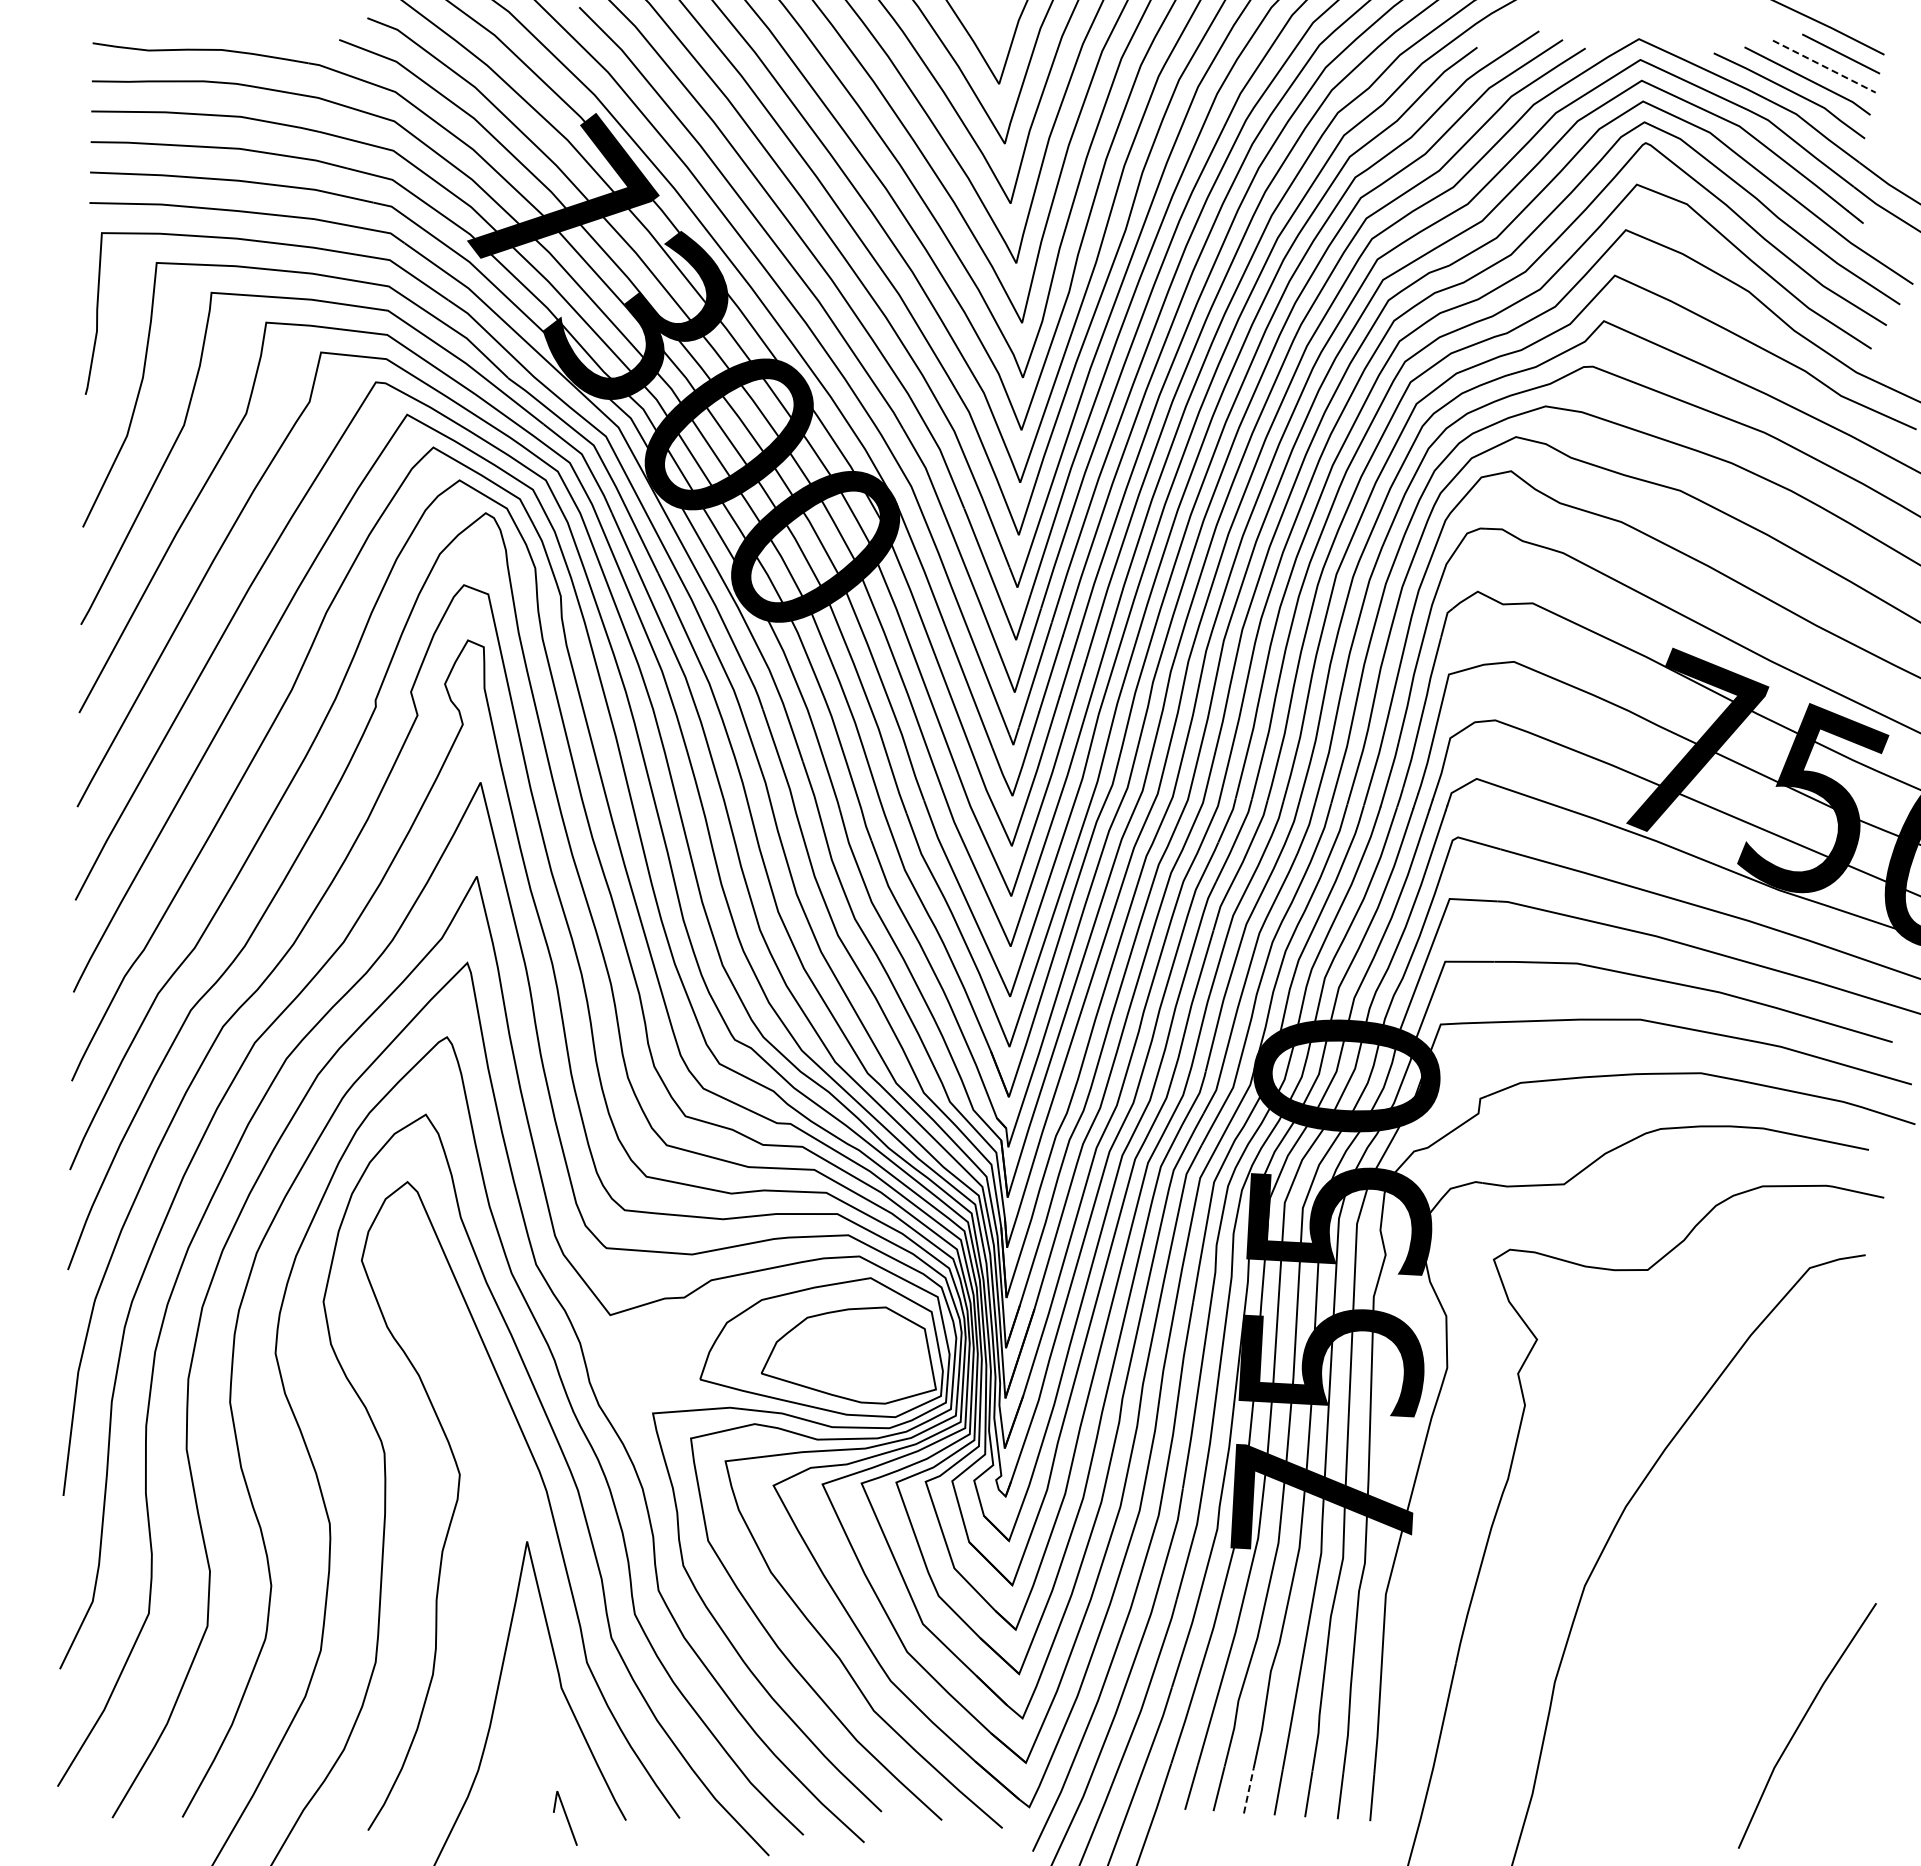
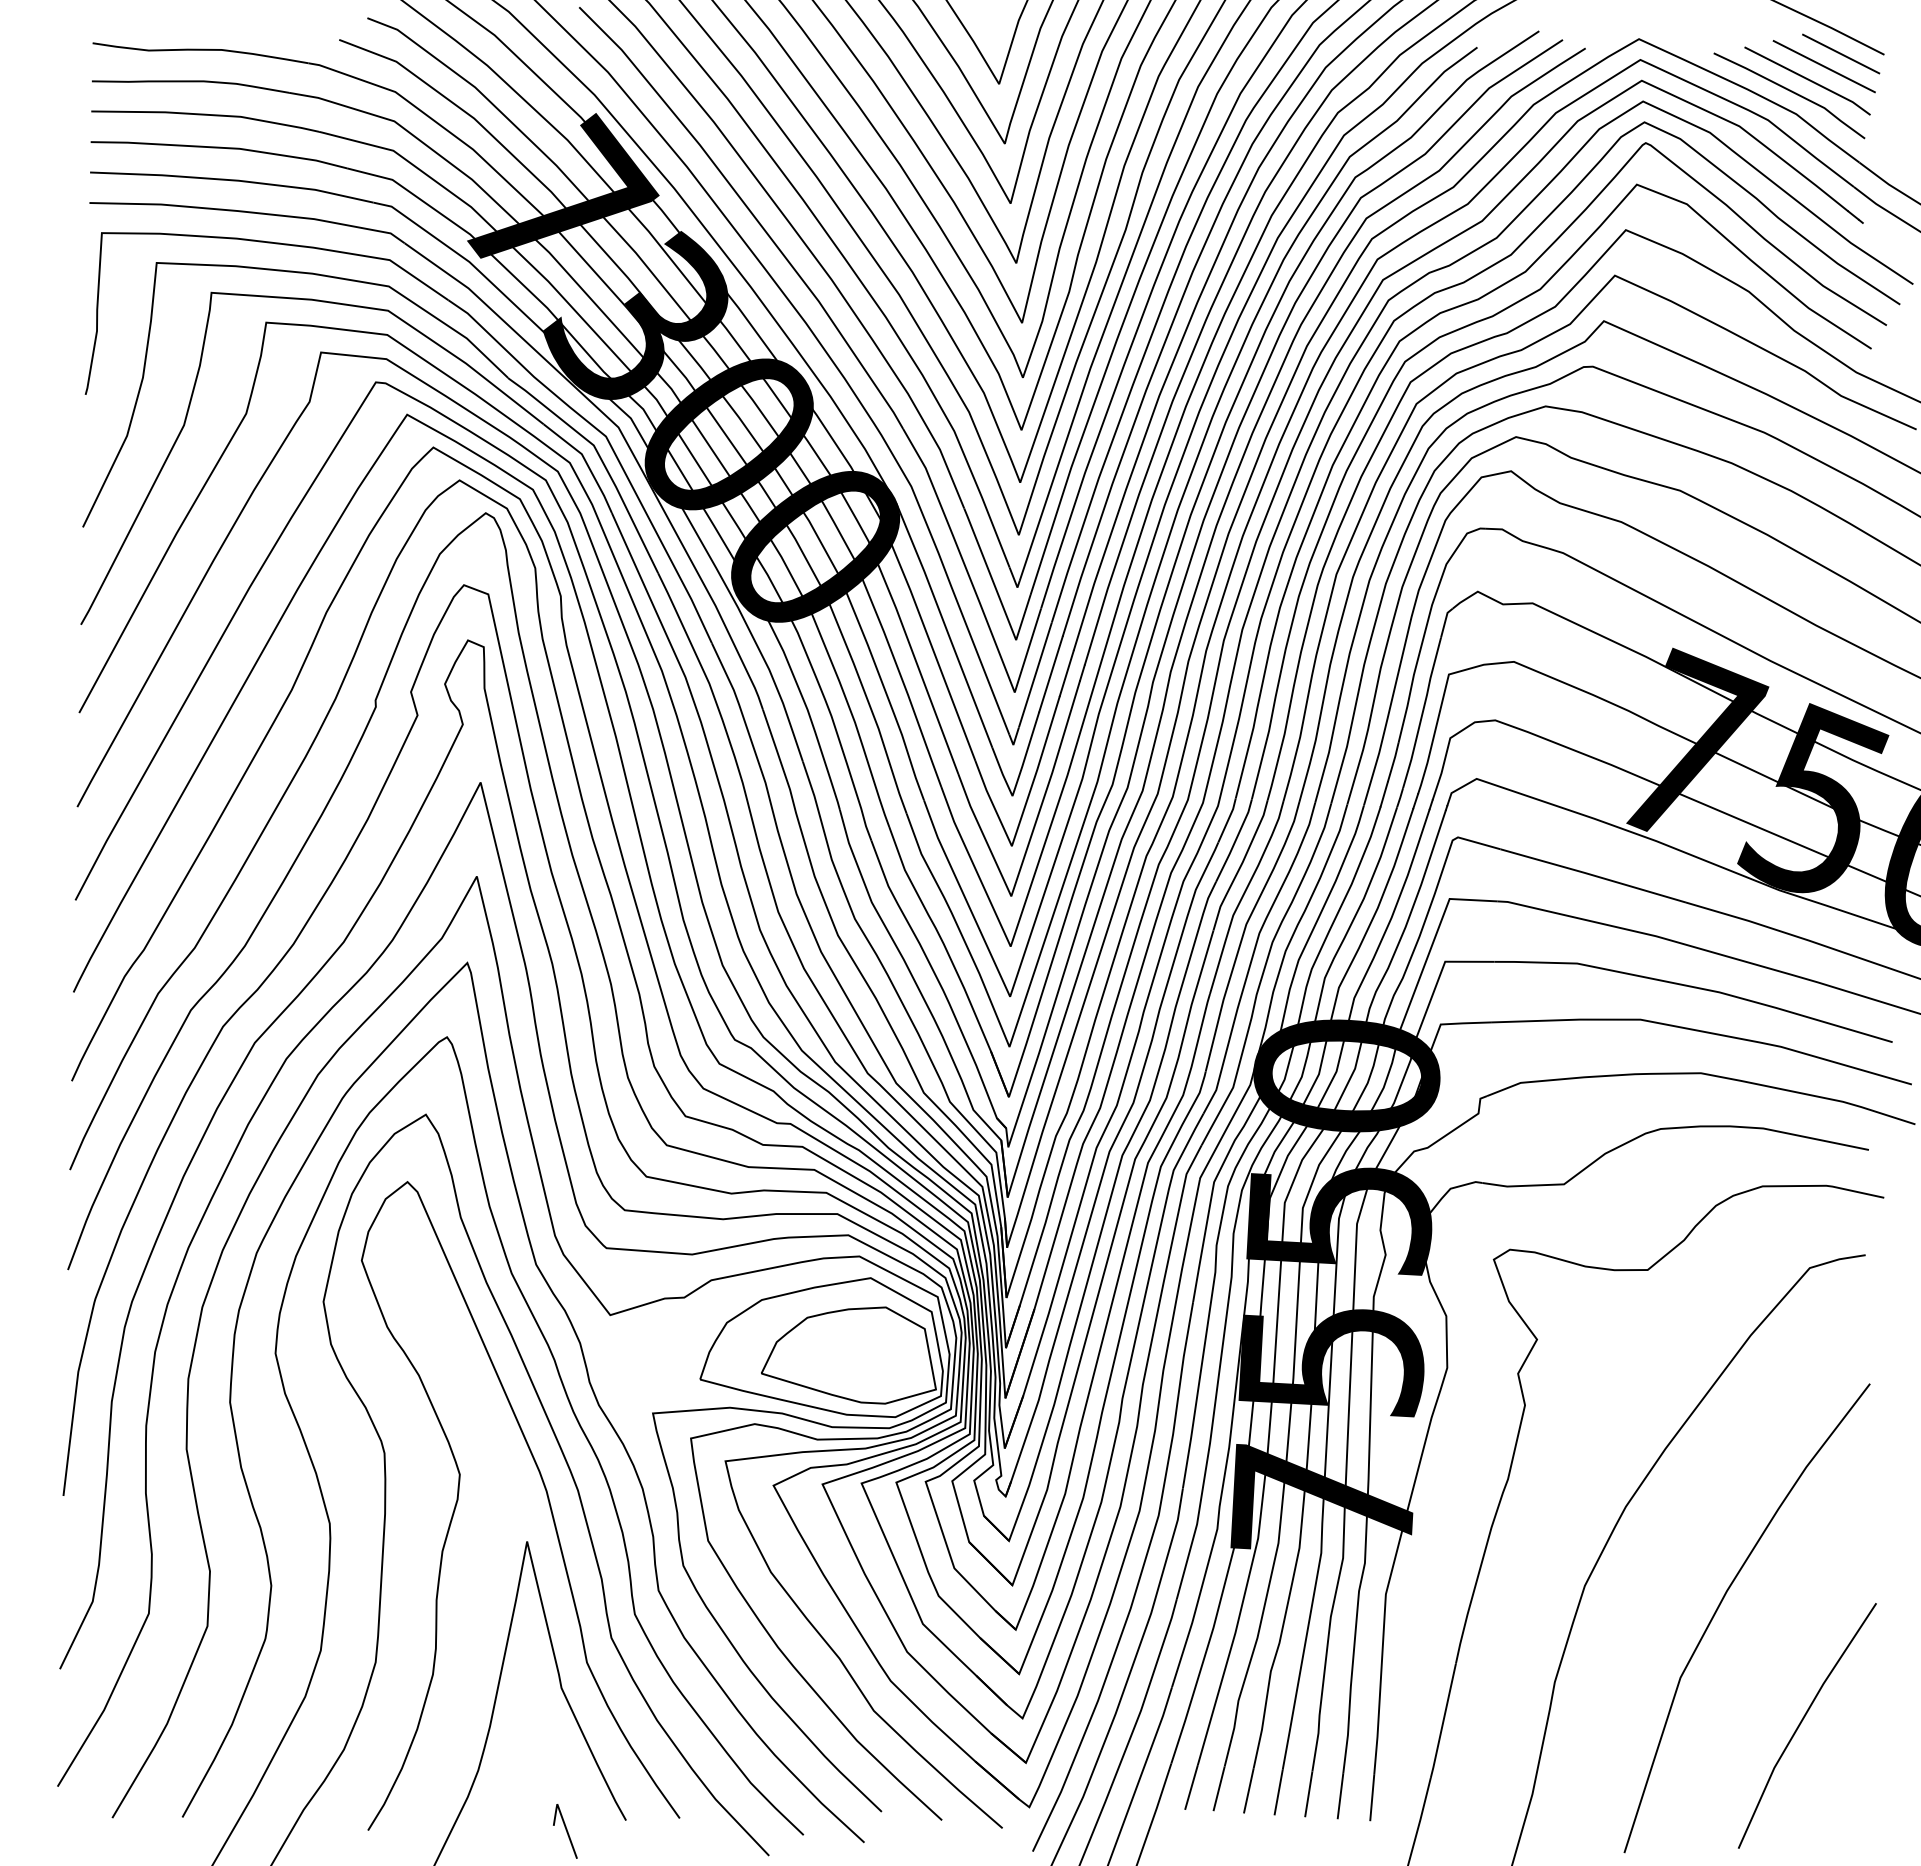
line at (1824, 66): dashed -> solid
curve at (1720, 1605): none -> present
line at (1248, 1790): dashed -> solid
line at (565, 1817) position: (565, 1817) -> (565, 1830)
